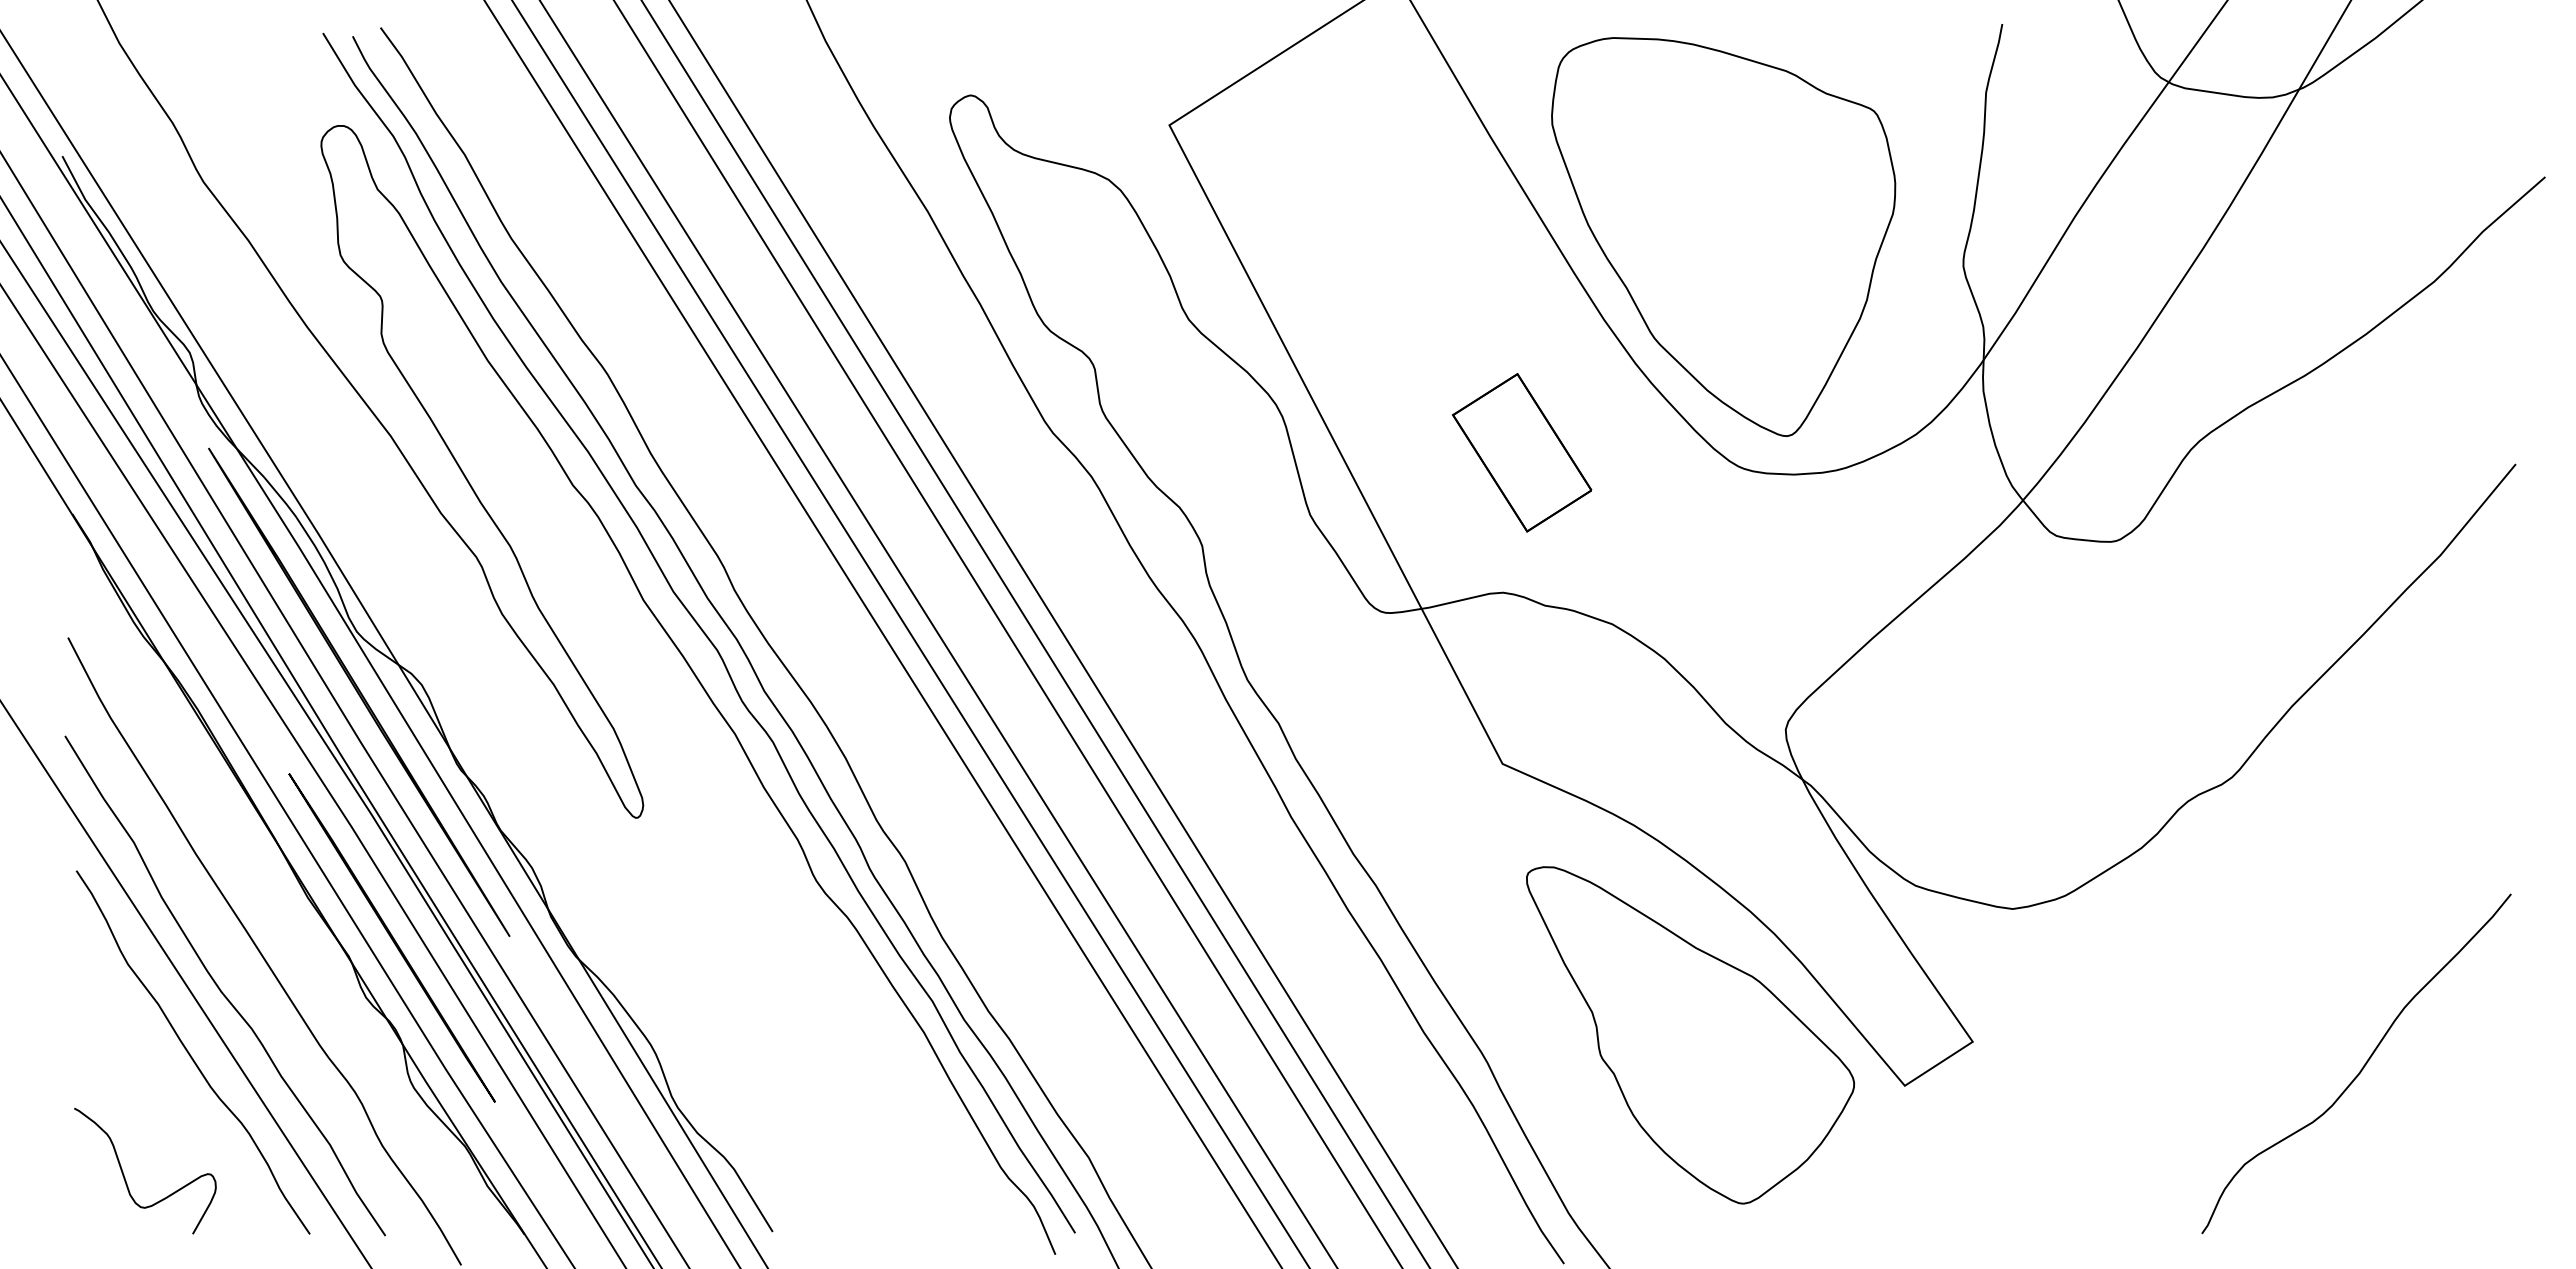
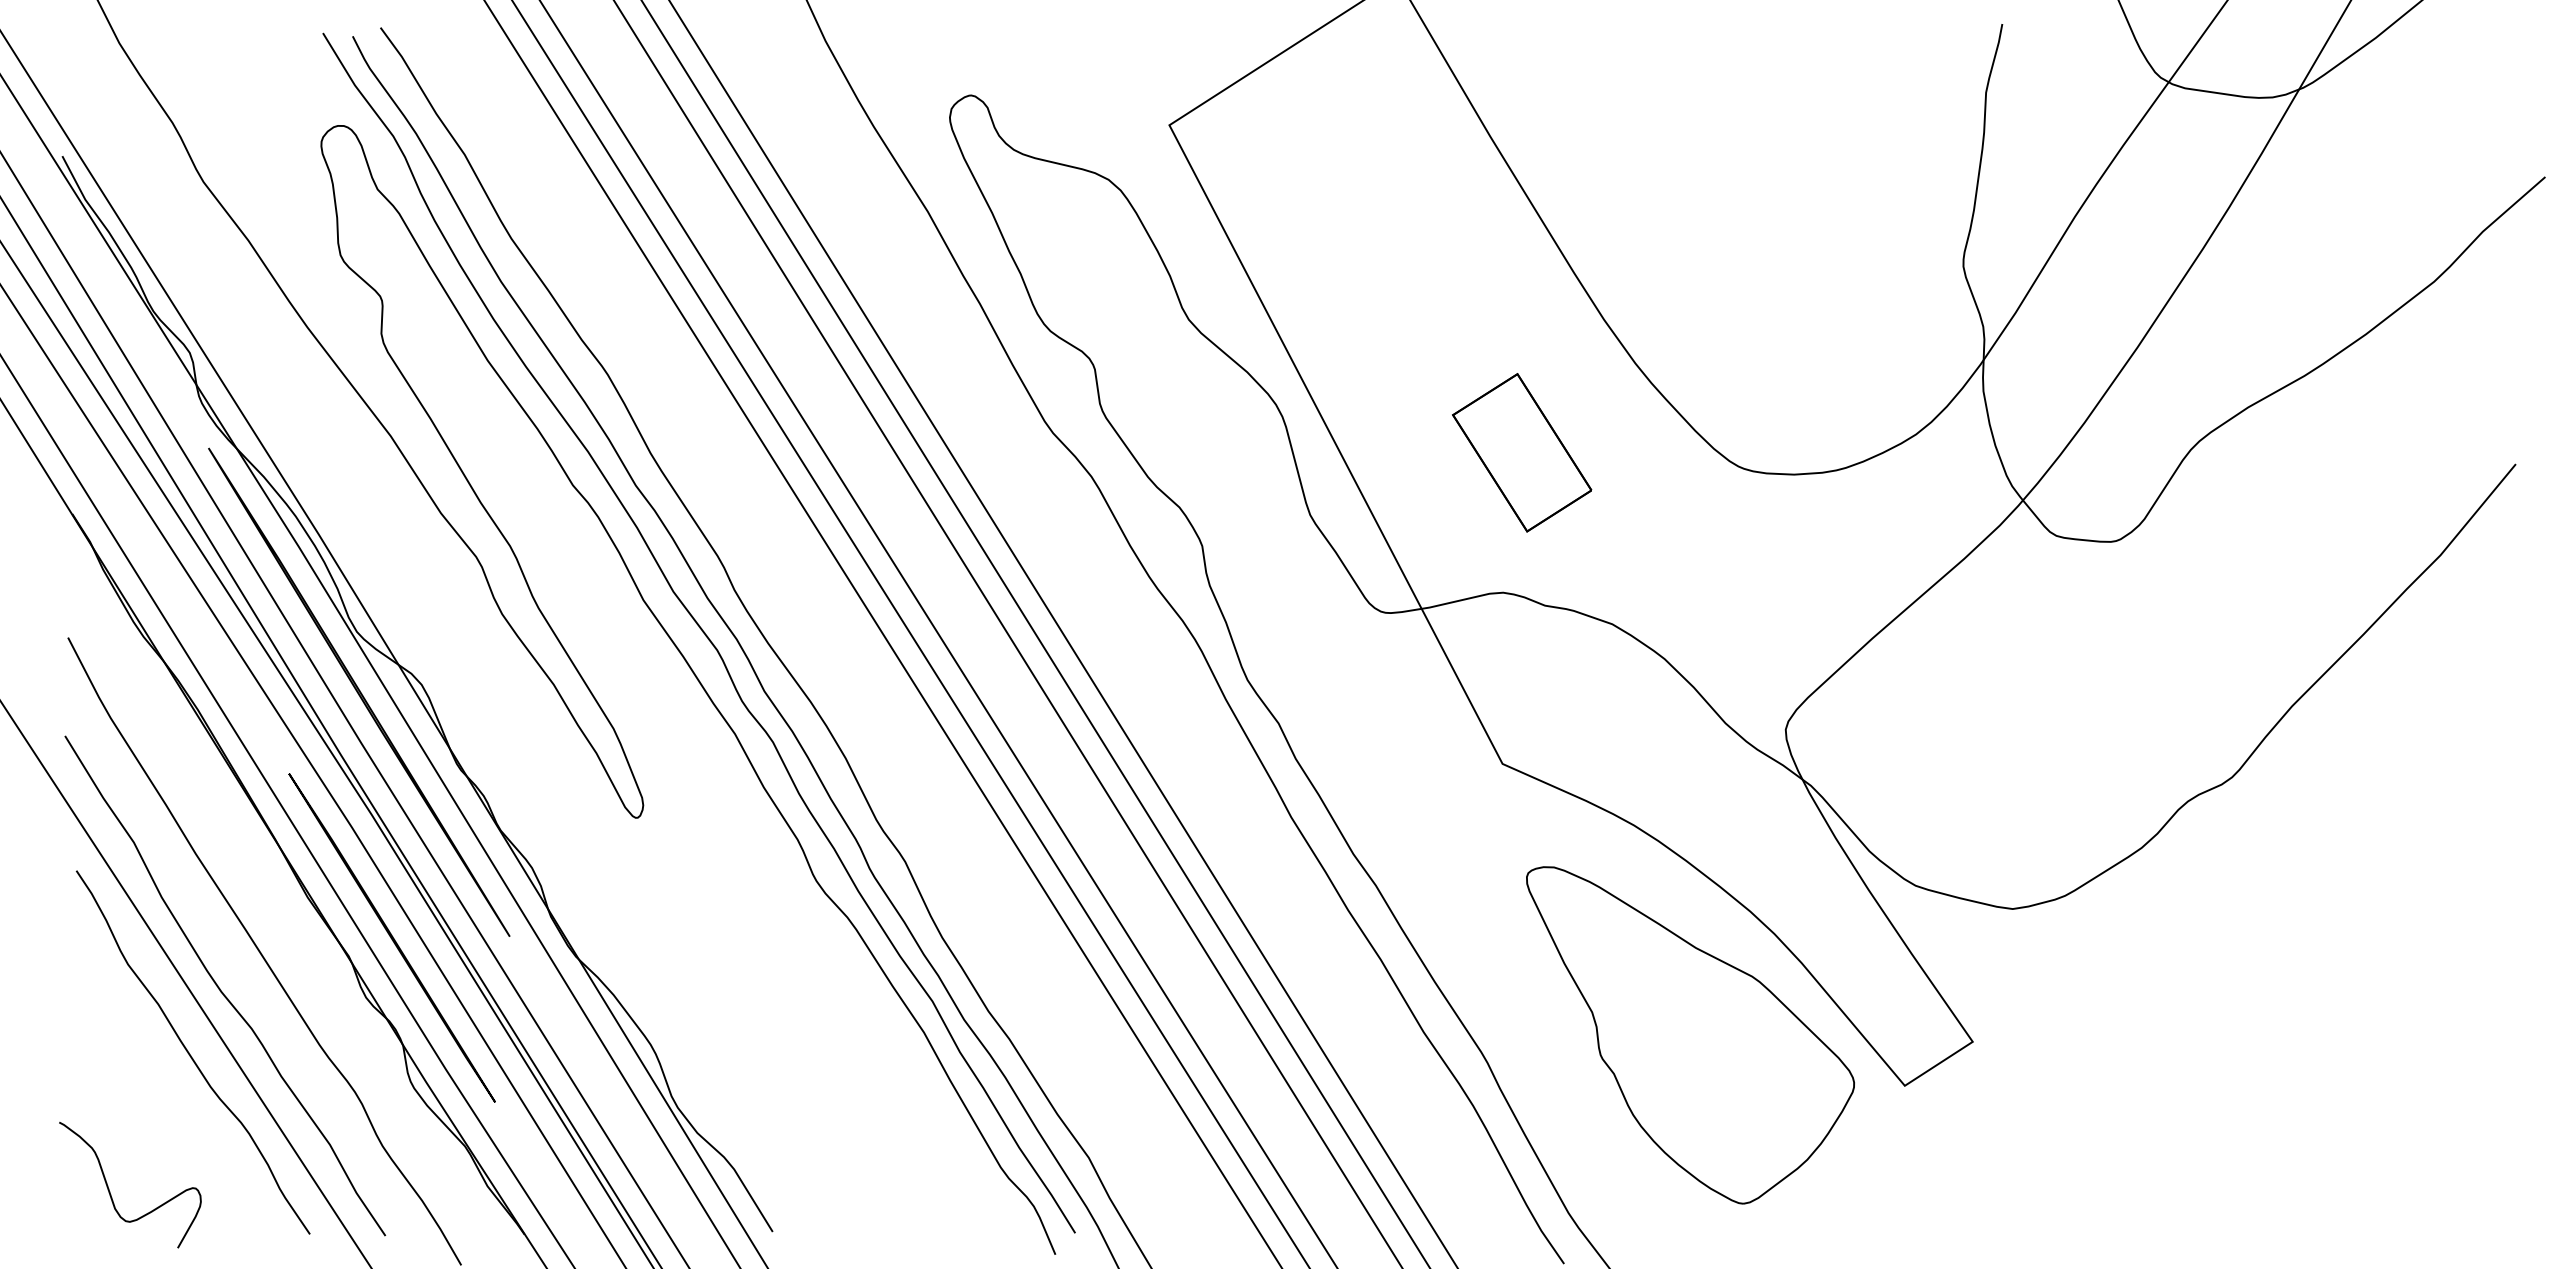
part at (1723, 236): present -> none
curve at (2361, 1068): present -> none
curve at (125, 1177) position: (125, 1177) -> (110, 1191)
